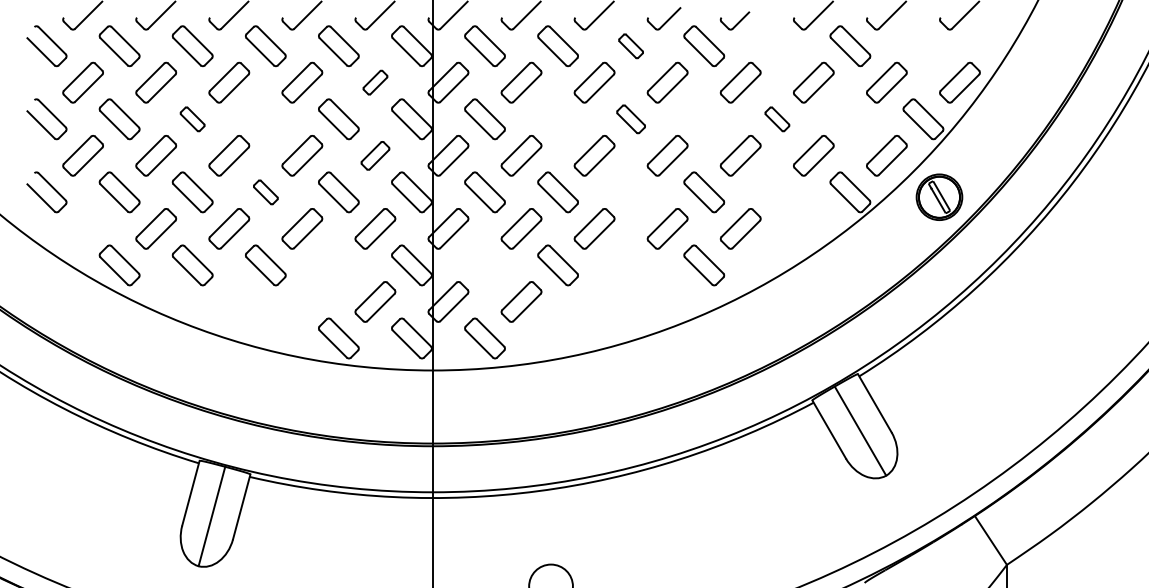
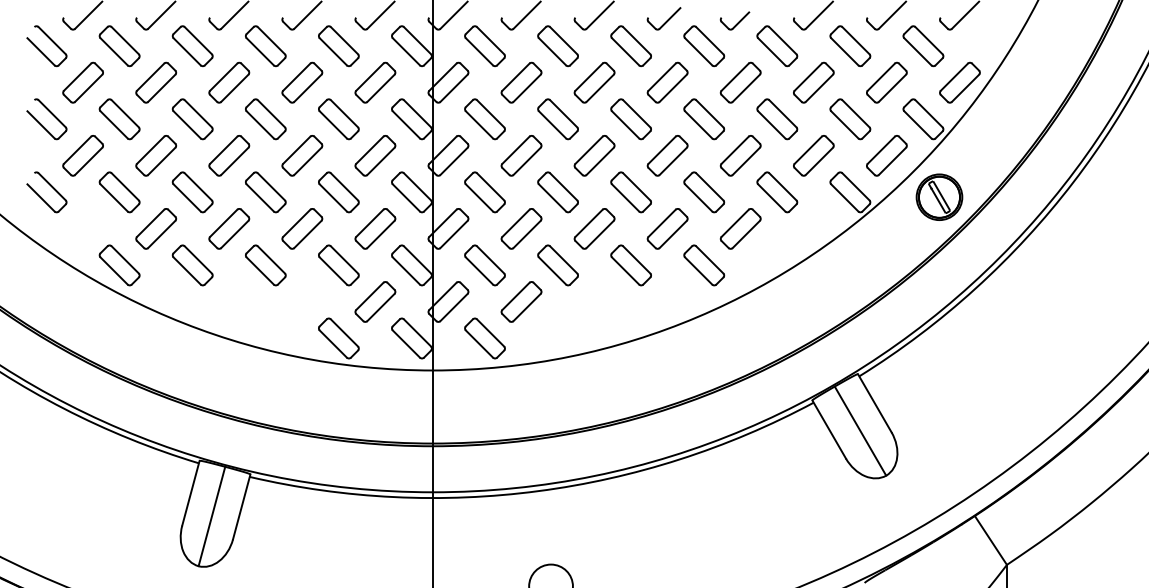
part at (630, 46) size: 26x27 px -> 42x43 px
part at (777, 46): none -> present
part at (923, 46): none -> present
part at (375, 82) size: 27x27 px -> 43x43 px
part at (192, 119) size: 27x27 px -> 43x43 px
part at (265, 119): none -> present
part at (557, 119): none -> present
part at (630, 119) size: 30x31 px -> 42x43 px
part at (704, 119): none -> present
part at (777, 119) size: 27x27 px -> 43x43 px
part at (850, 119): none -> present
part at (375, 155) size: 31x30 px -> 43x42 px
part at (265, 192) size: 26x27 px -> 42x43 px
part at (630, 192): none -> present
part at (777, 192): none -> present
part at (338, 265): none -> present
part at (484, 265): none -> present
part at (630, 265): none -> present
